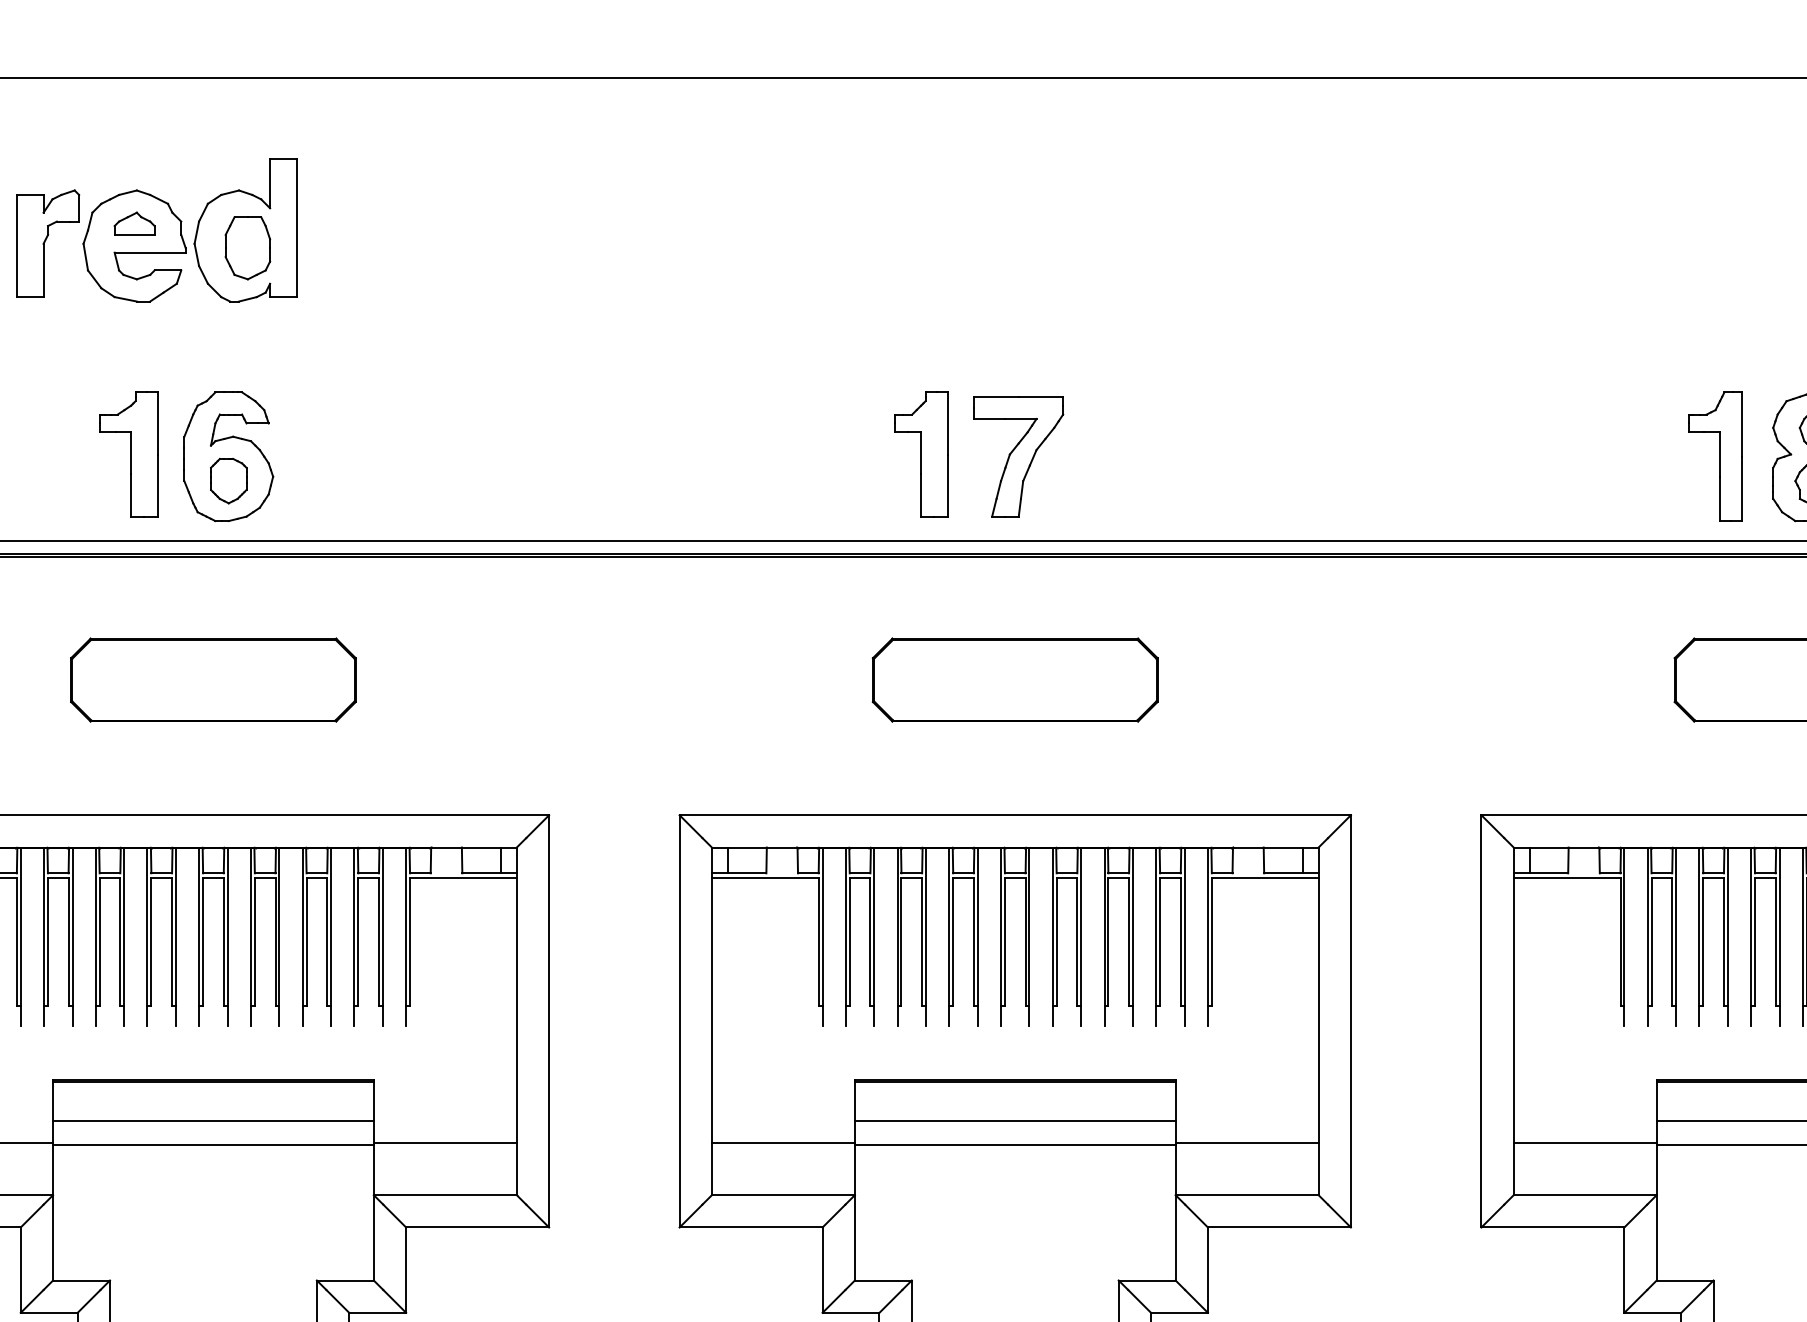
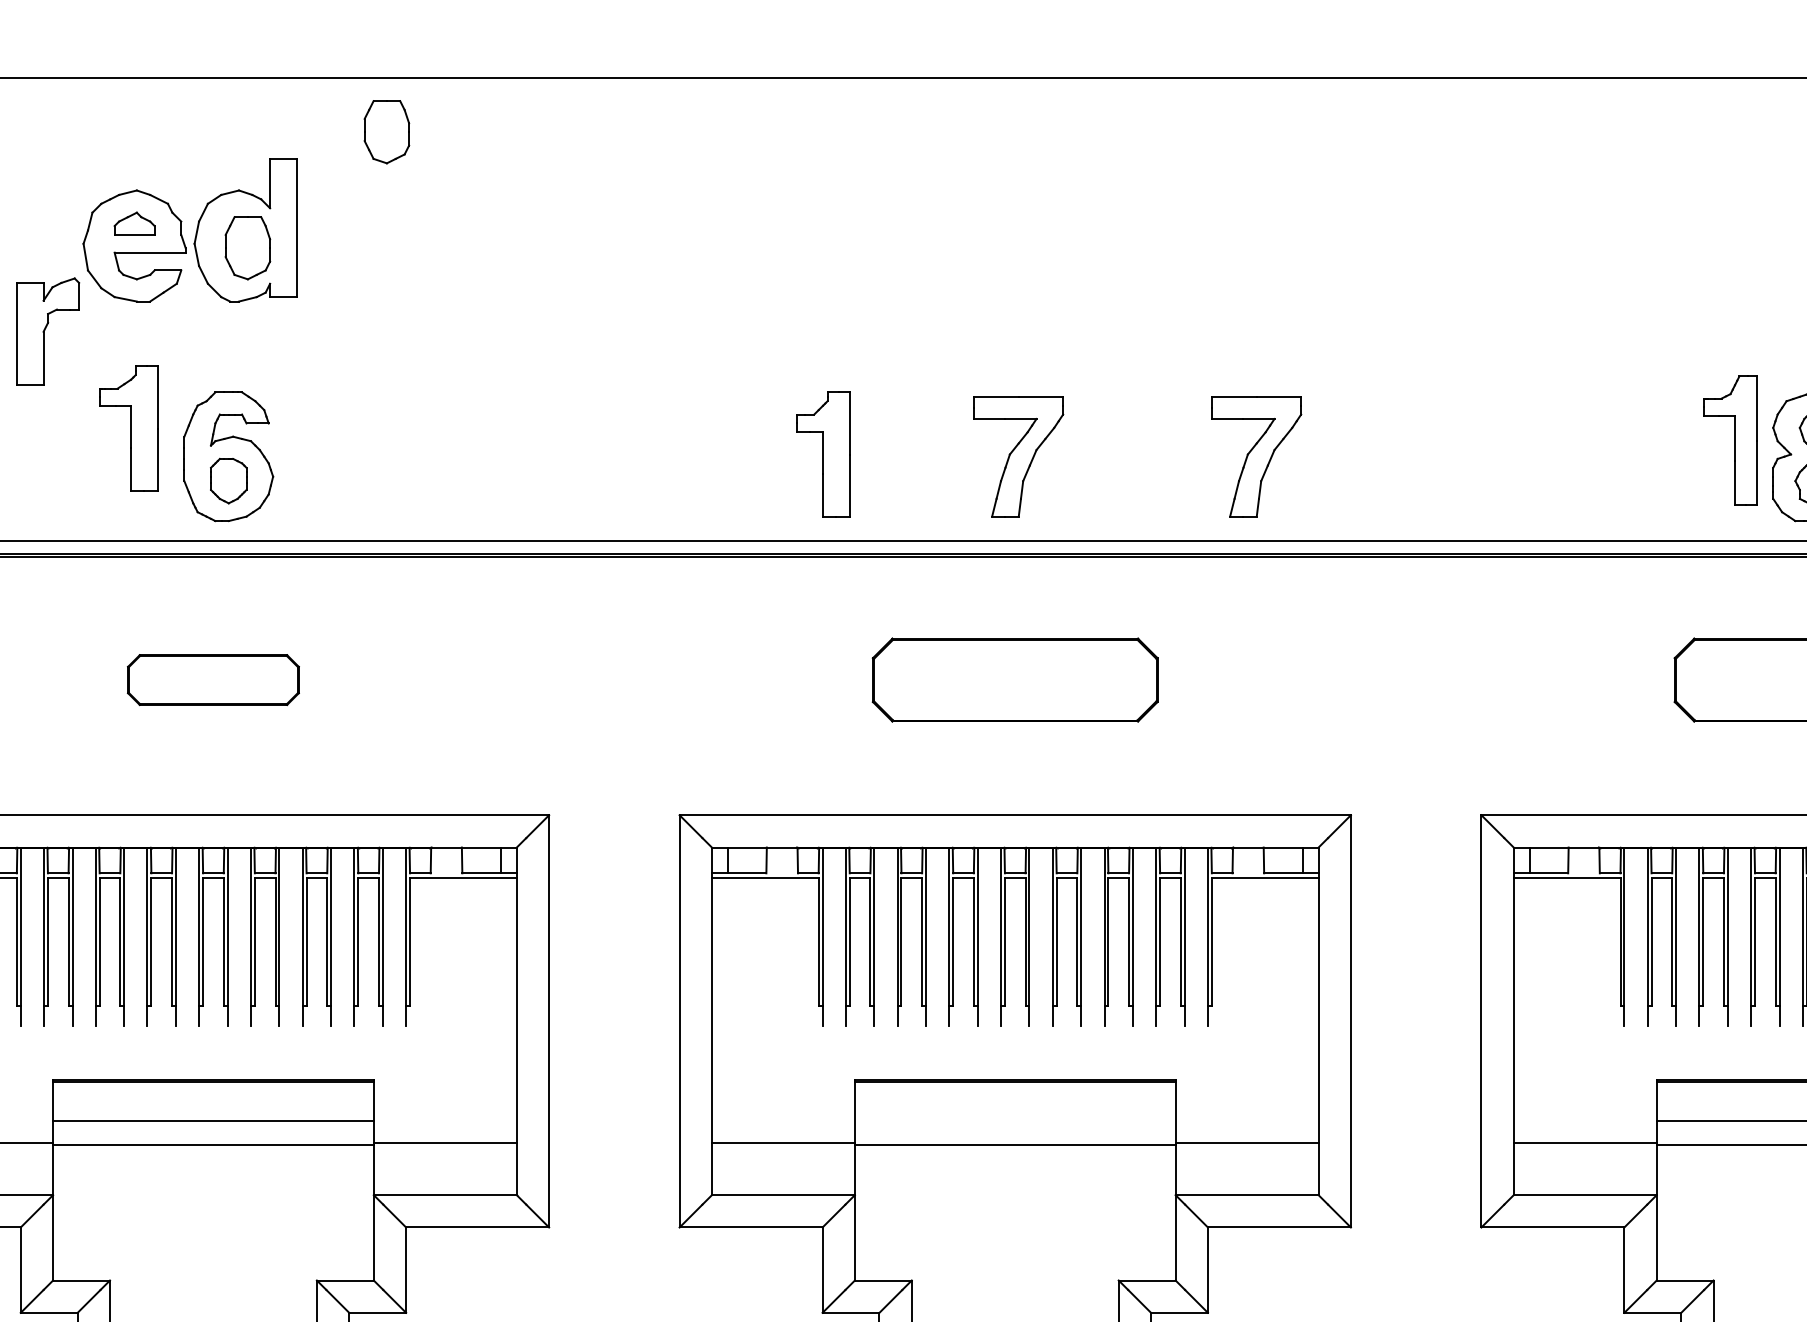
part at (386, 132): none -> present
part at (48, 243) position: (48, 243) -> (48, 331)
part at (128, 454) position: (128, 454) -> (128, 428)
part at (921, 454) position: (921, 454) -> (823, 454)
part at (1256, 456): none -> present
part at (1715, 456) position: (1715, 456) -> (1730, 440)
part at (213, 679) size: 287x86 px -> 173x52 px
line at (1014, 1120): present -> none
